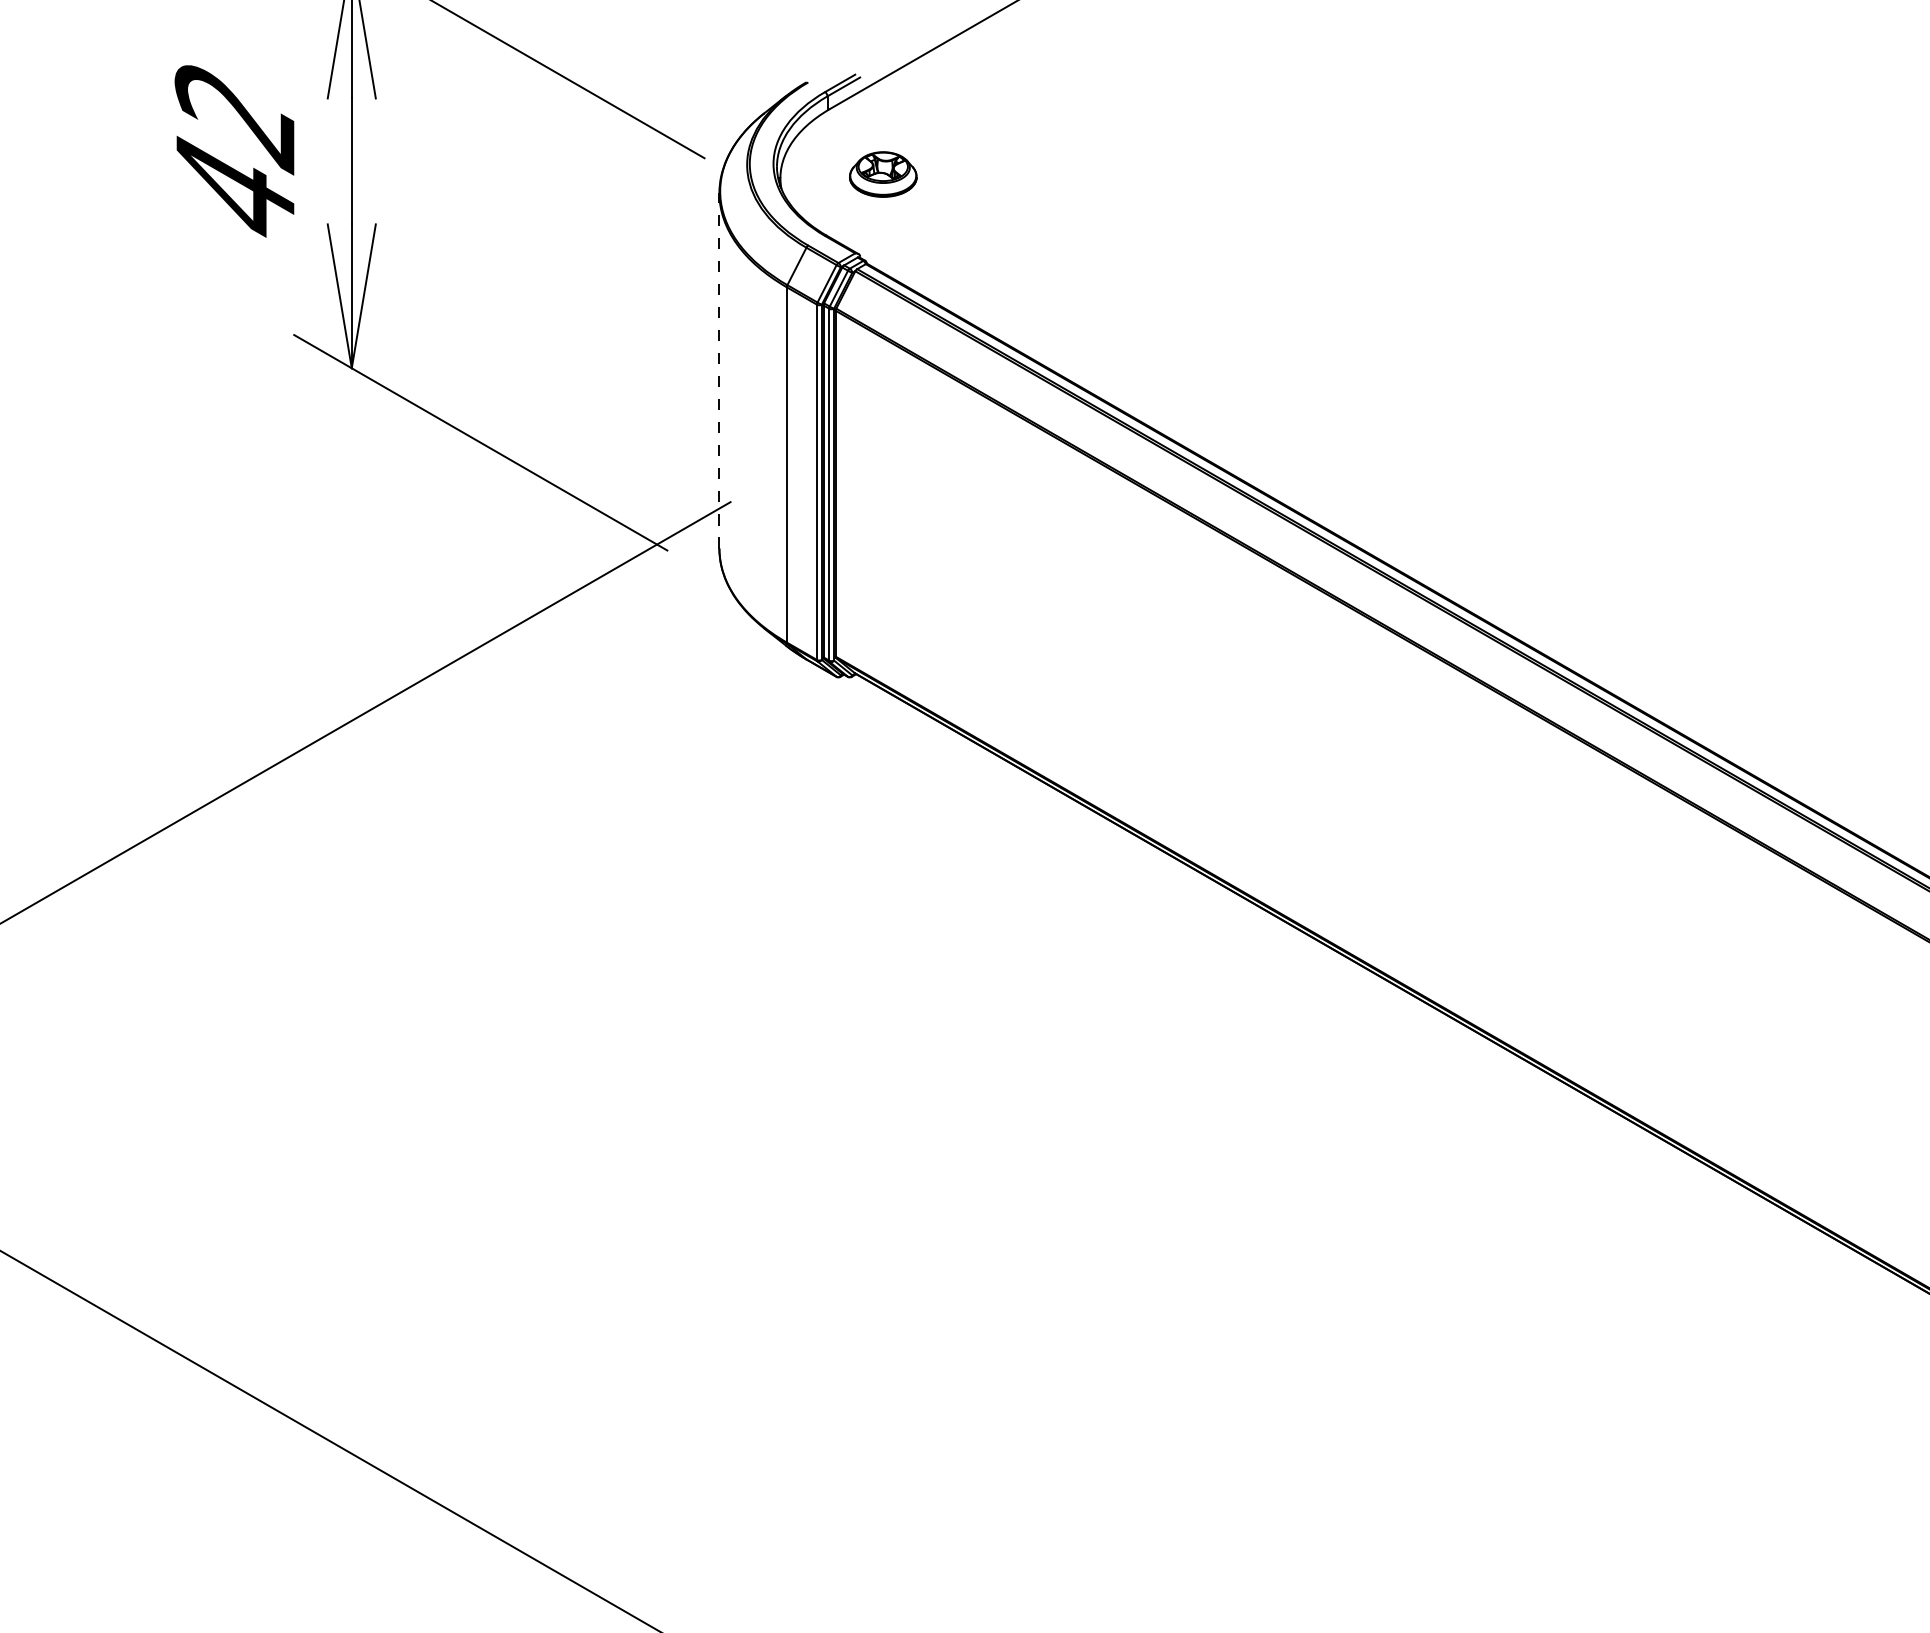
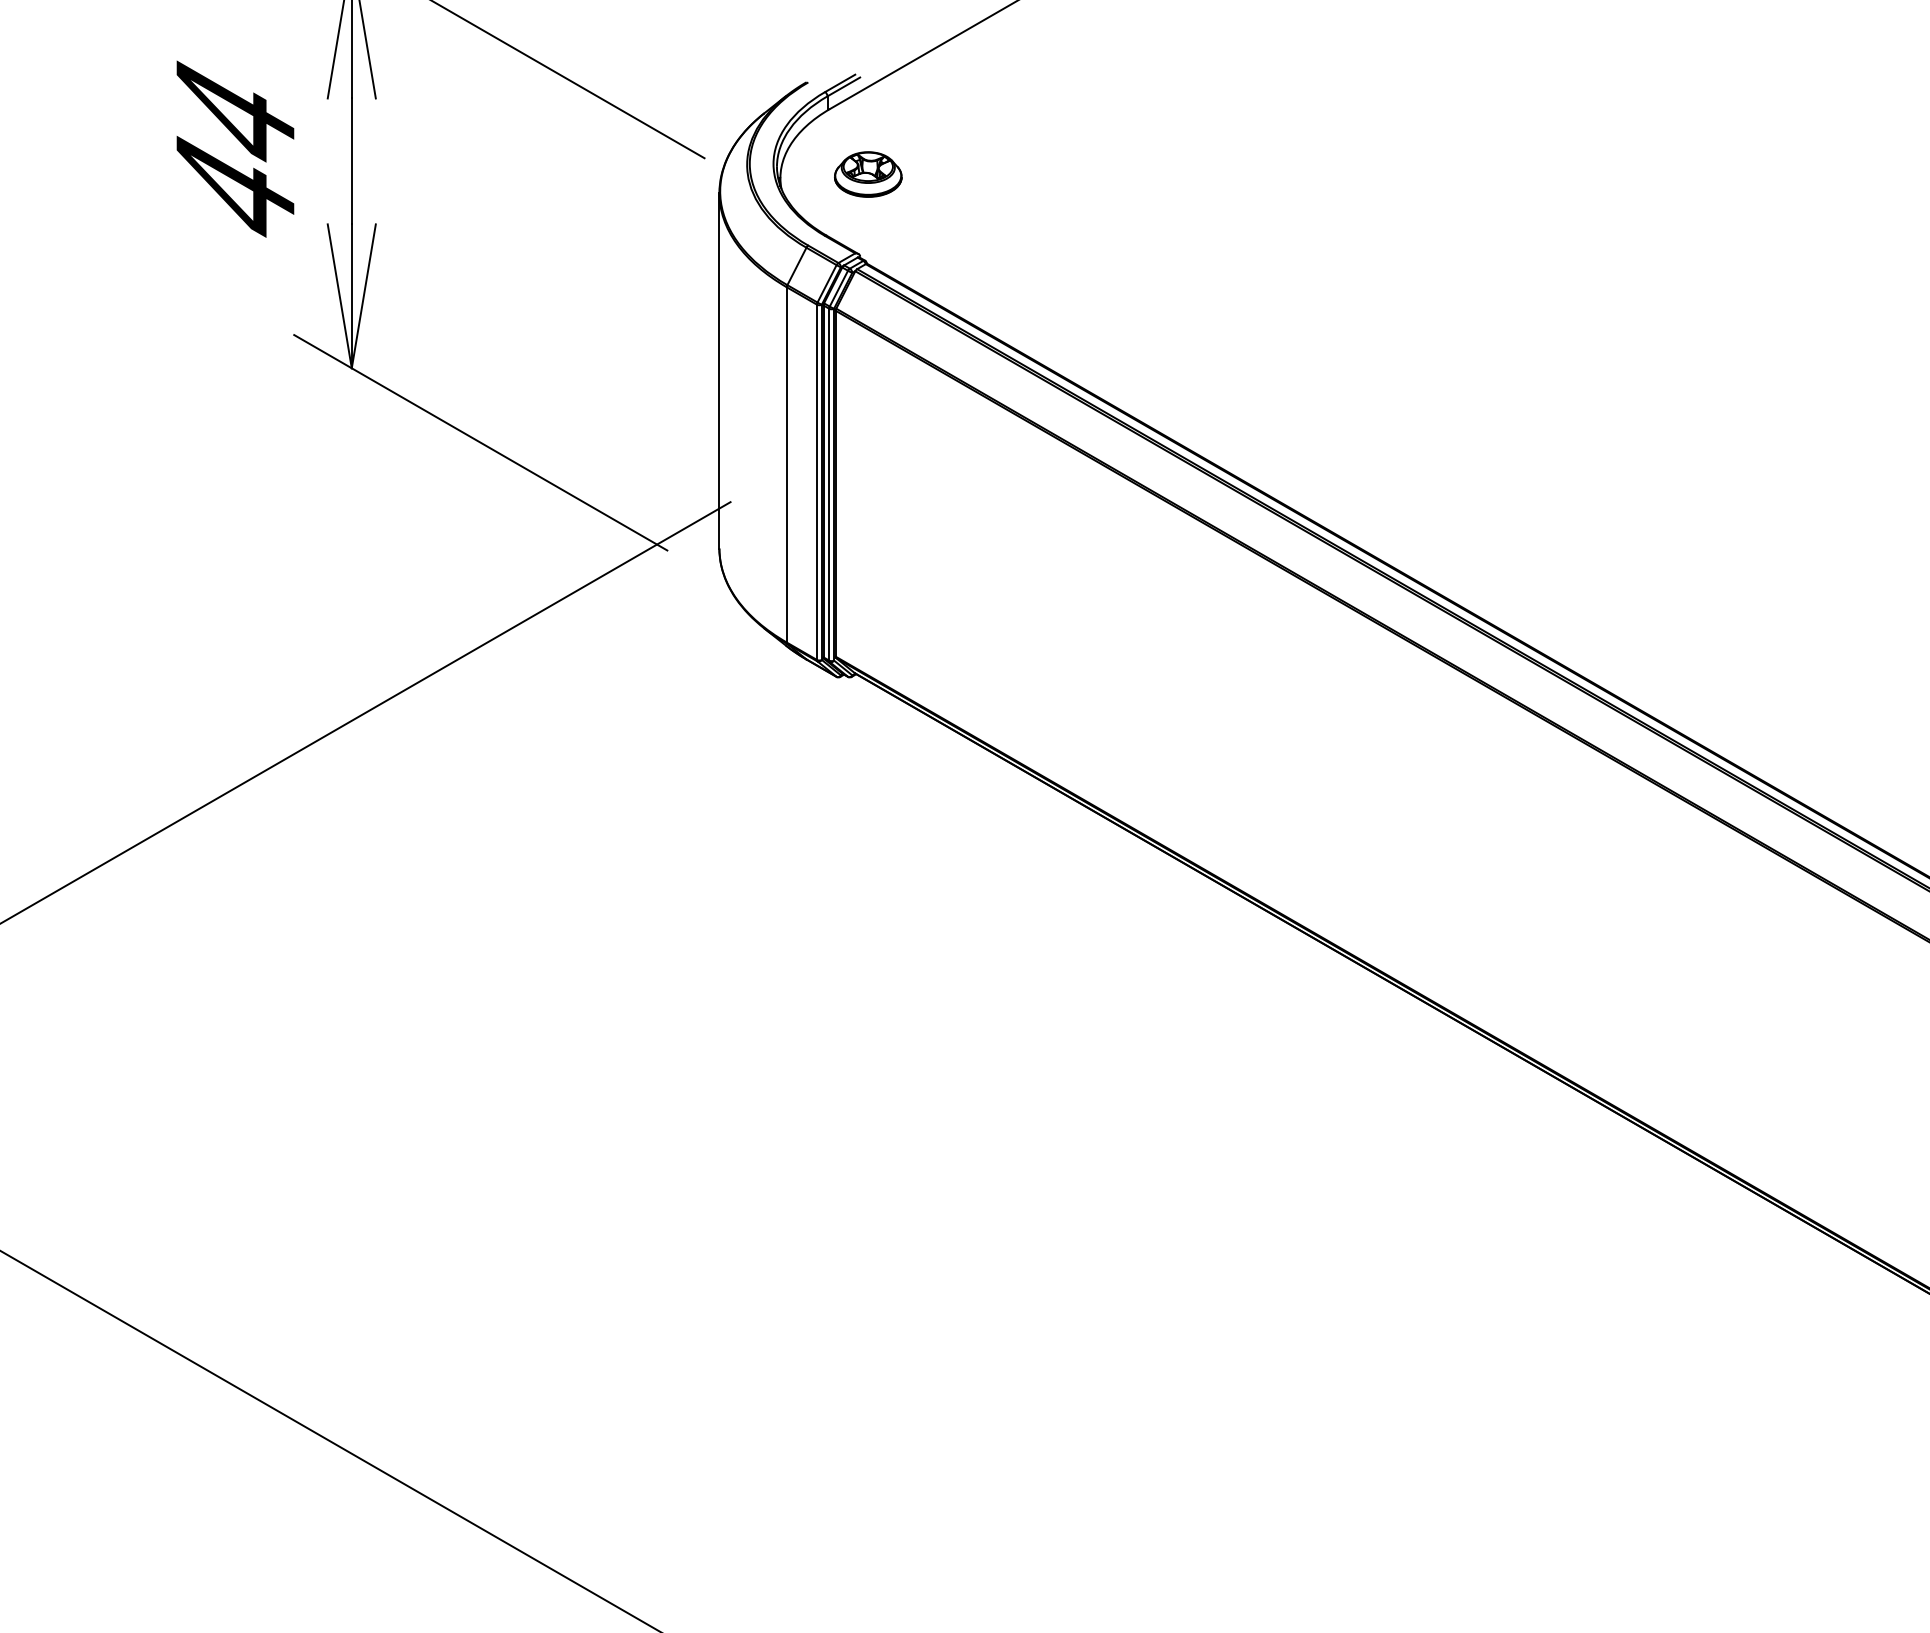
text at (234, 117): 42 -> 44
part at (883, 174) position: (883, 174) -> (868, 174)
line at (719, 370): dashed -> solid
